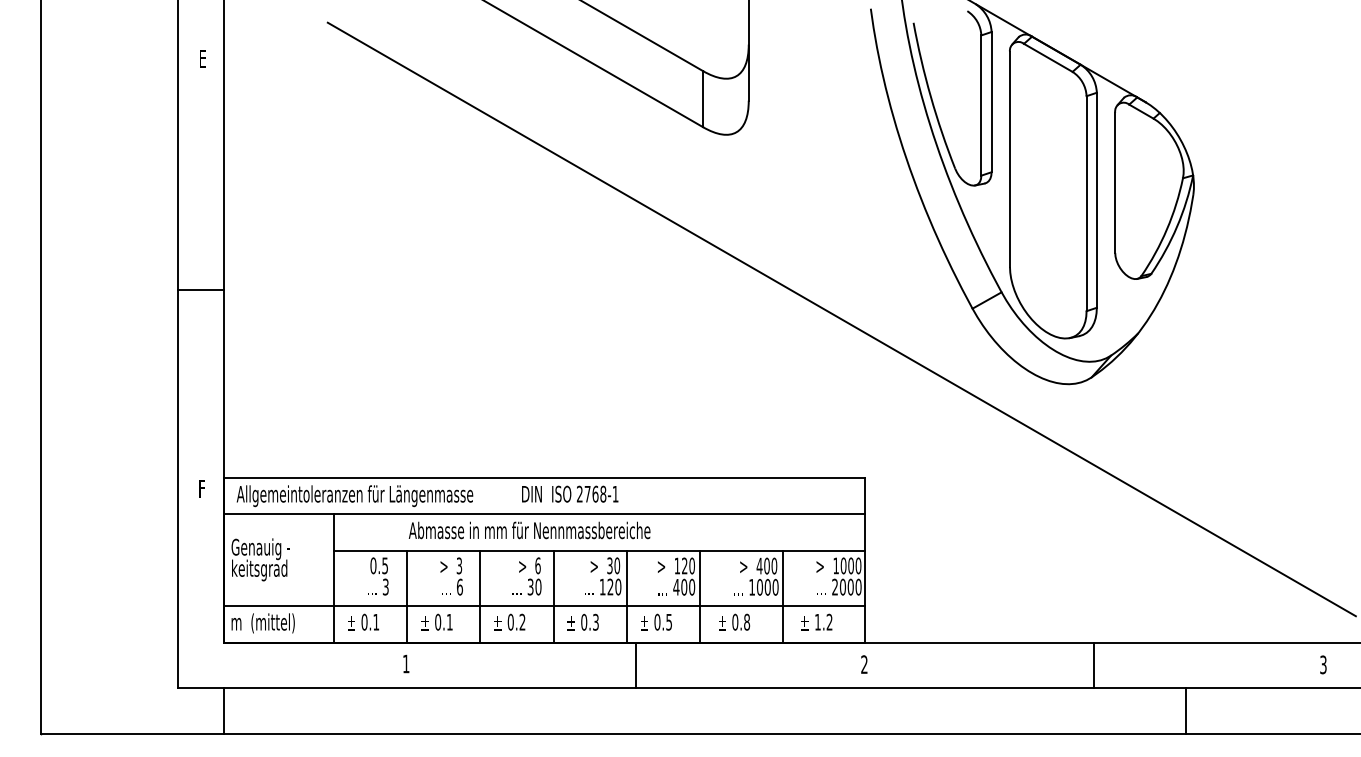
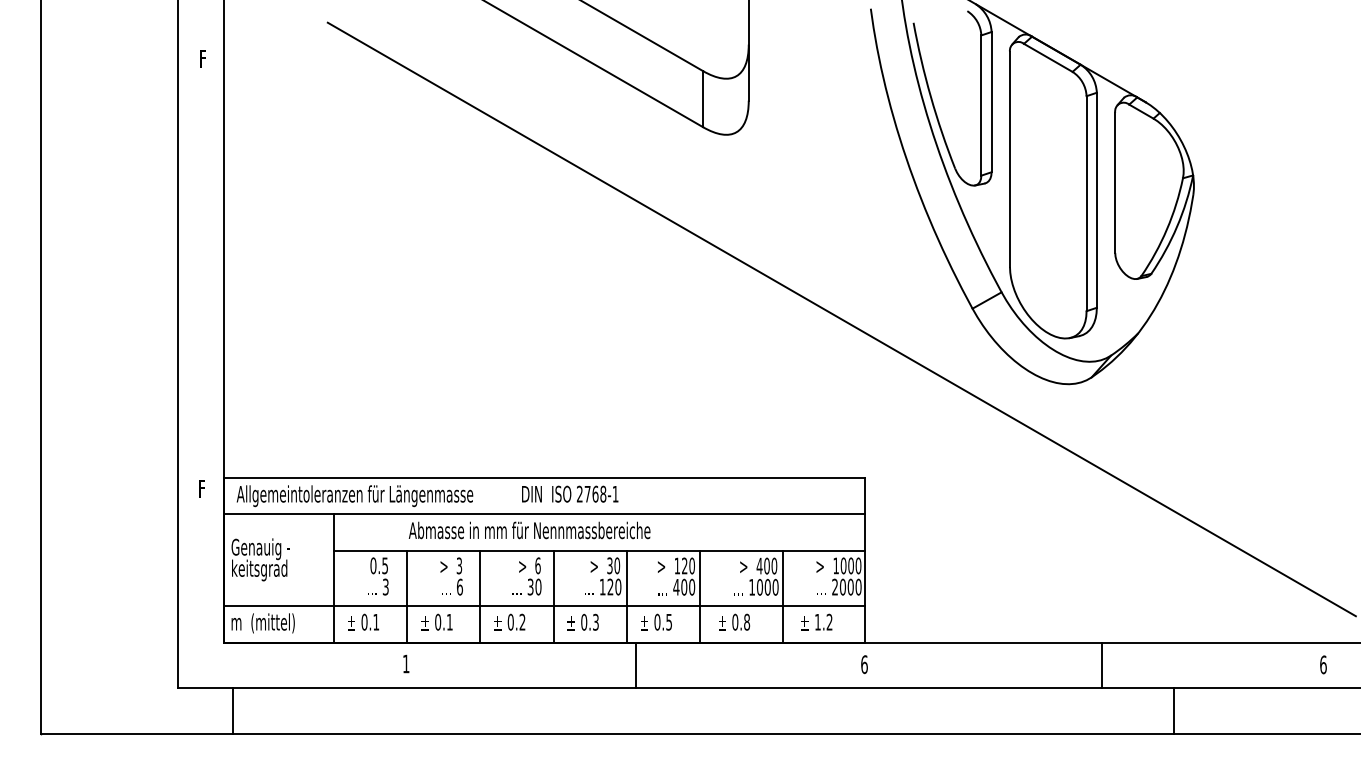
text at (203, 59): E -> F
line at (201, 289): present -> none
text at (864, 664): 2 -> 6
text at (1323, 664): 3 -> 6
line at (1094, 665) position: (1094, 665) -> (1102, 665)
line at (224, 711) position: (224, 711) -> (233, 711)
line at (1185, 711) position: (1185, 711) -> (1173, 711)
